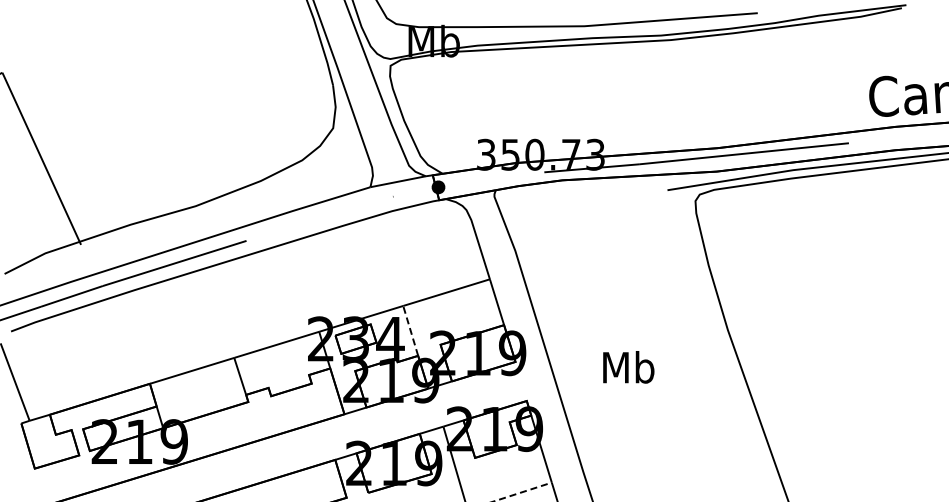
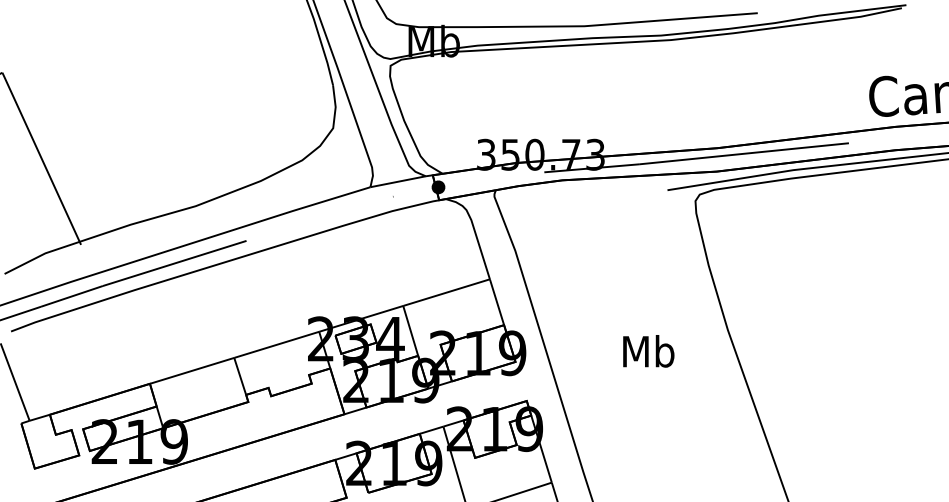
line at (410, 330): dashed -> solid
text at (628, 367) position: (628, 367) -> (648, 351)
line at (522, 492): dashed -> solid
